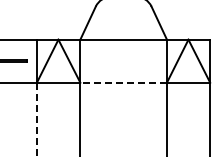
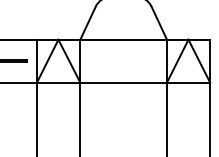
line at (123, 82): dashed -> solid
line at (36, 119): dashed -> solid
